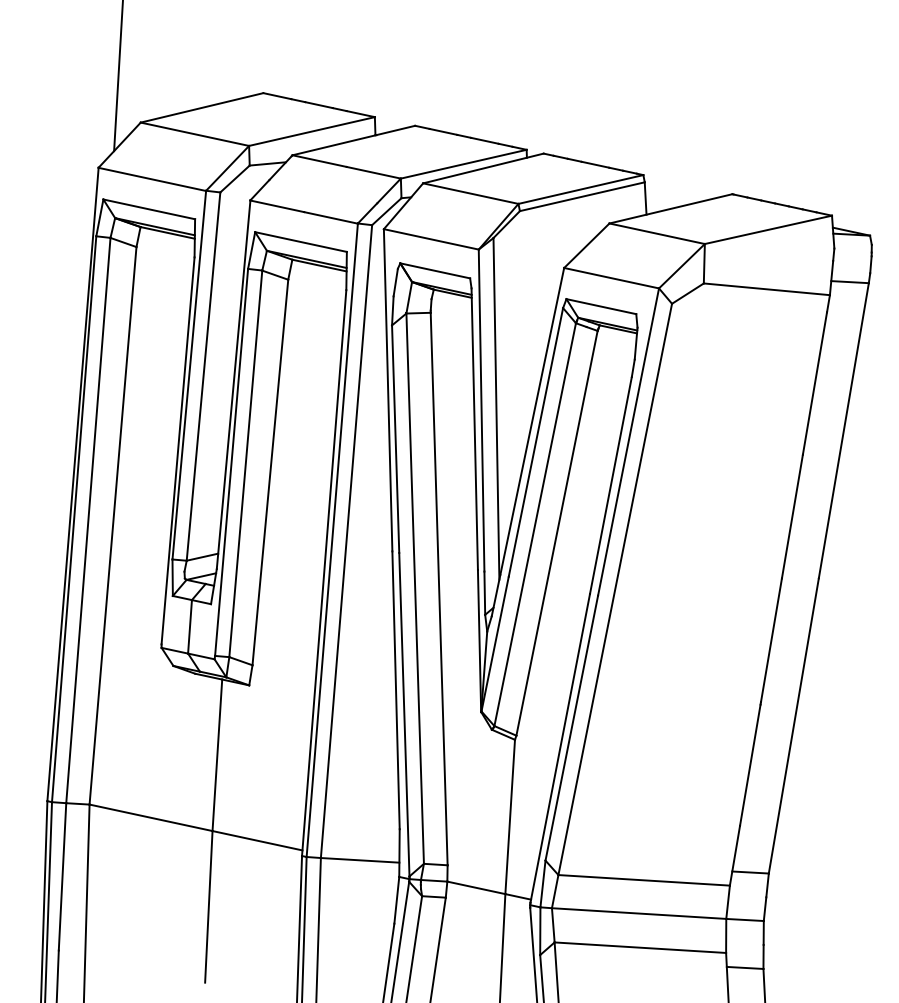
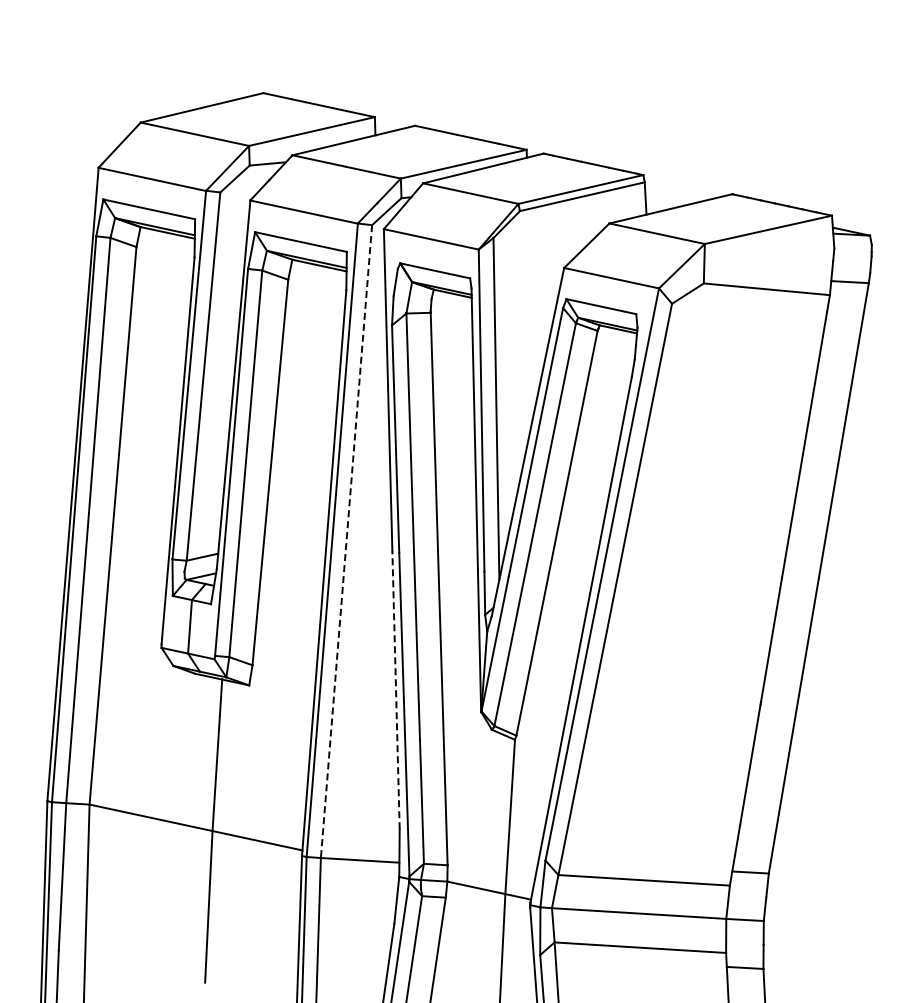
line at (118, 76): present -> none
line at (346, 542): solid -> dashed
line at (396, 690): solid -> dashed
